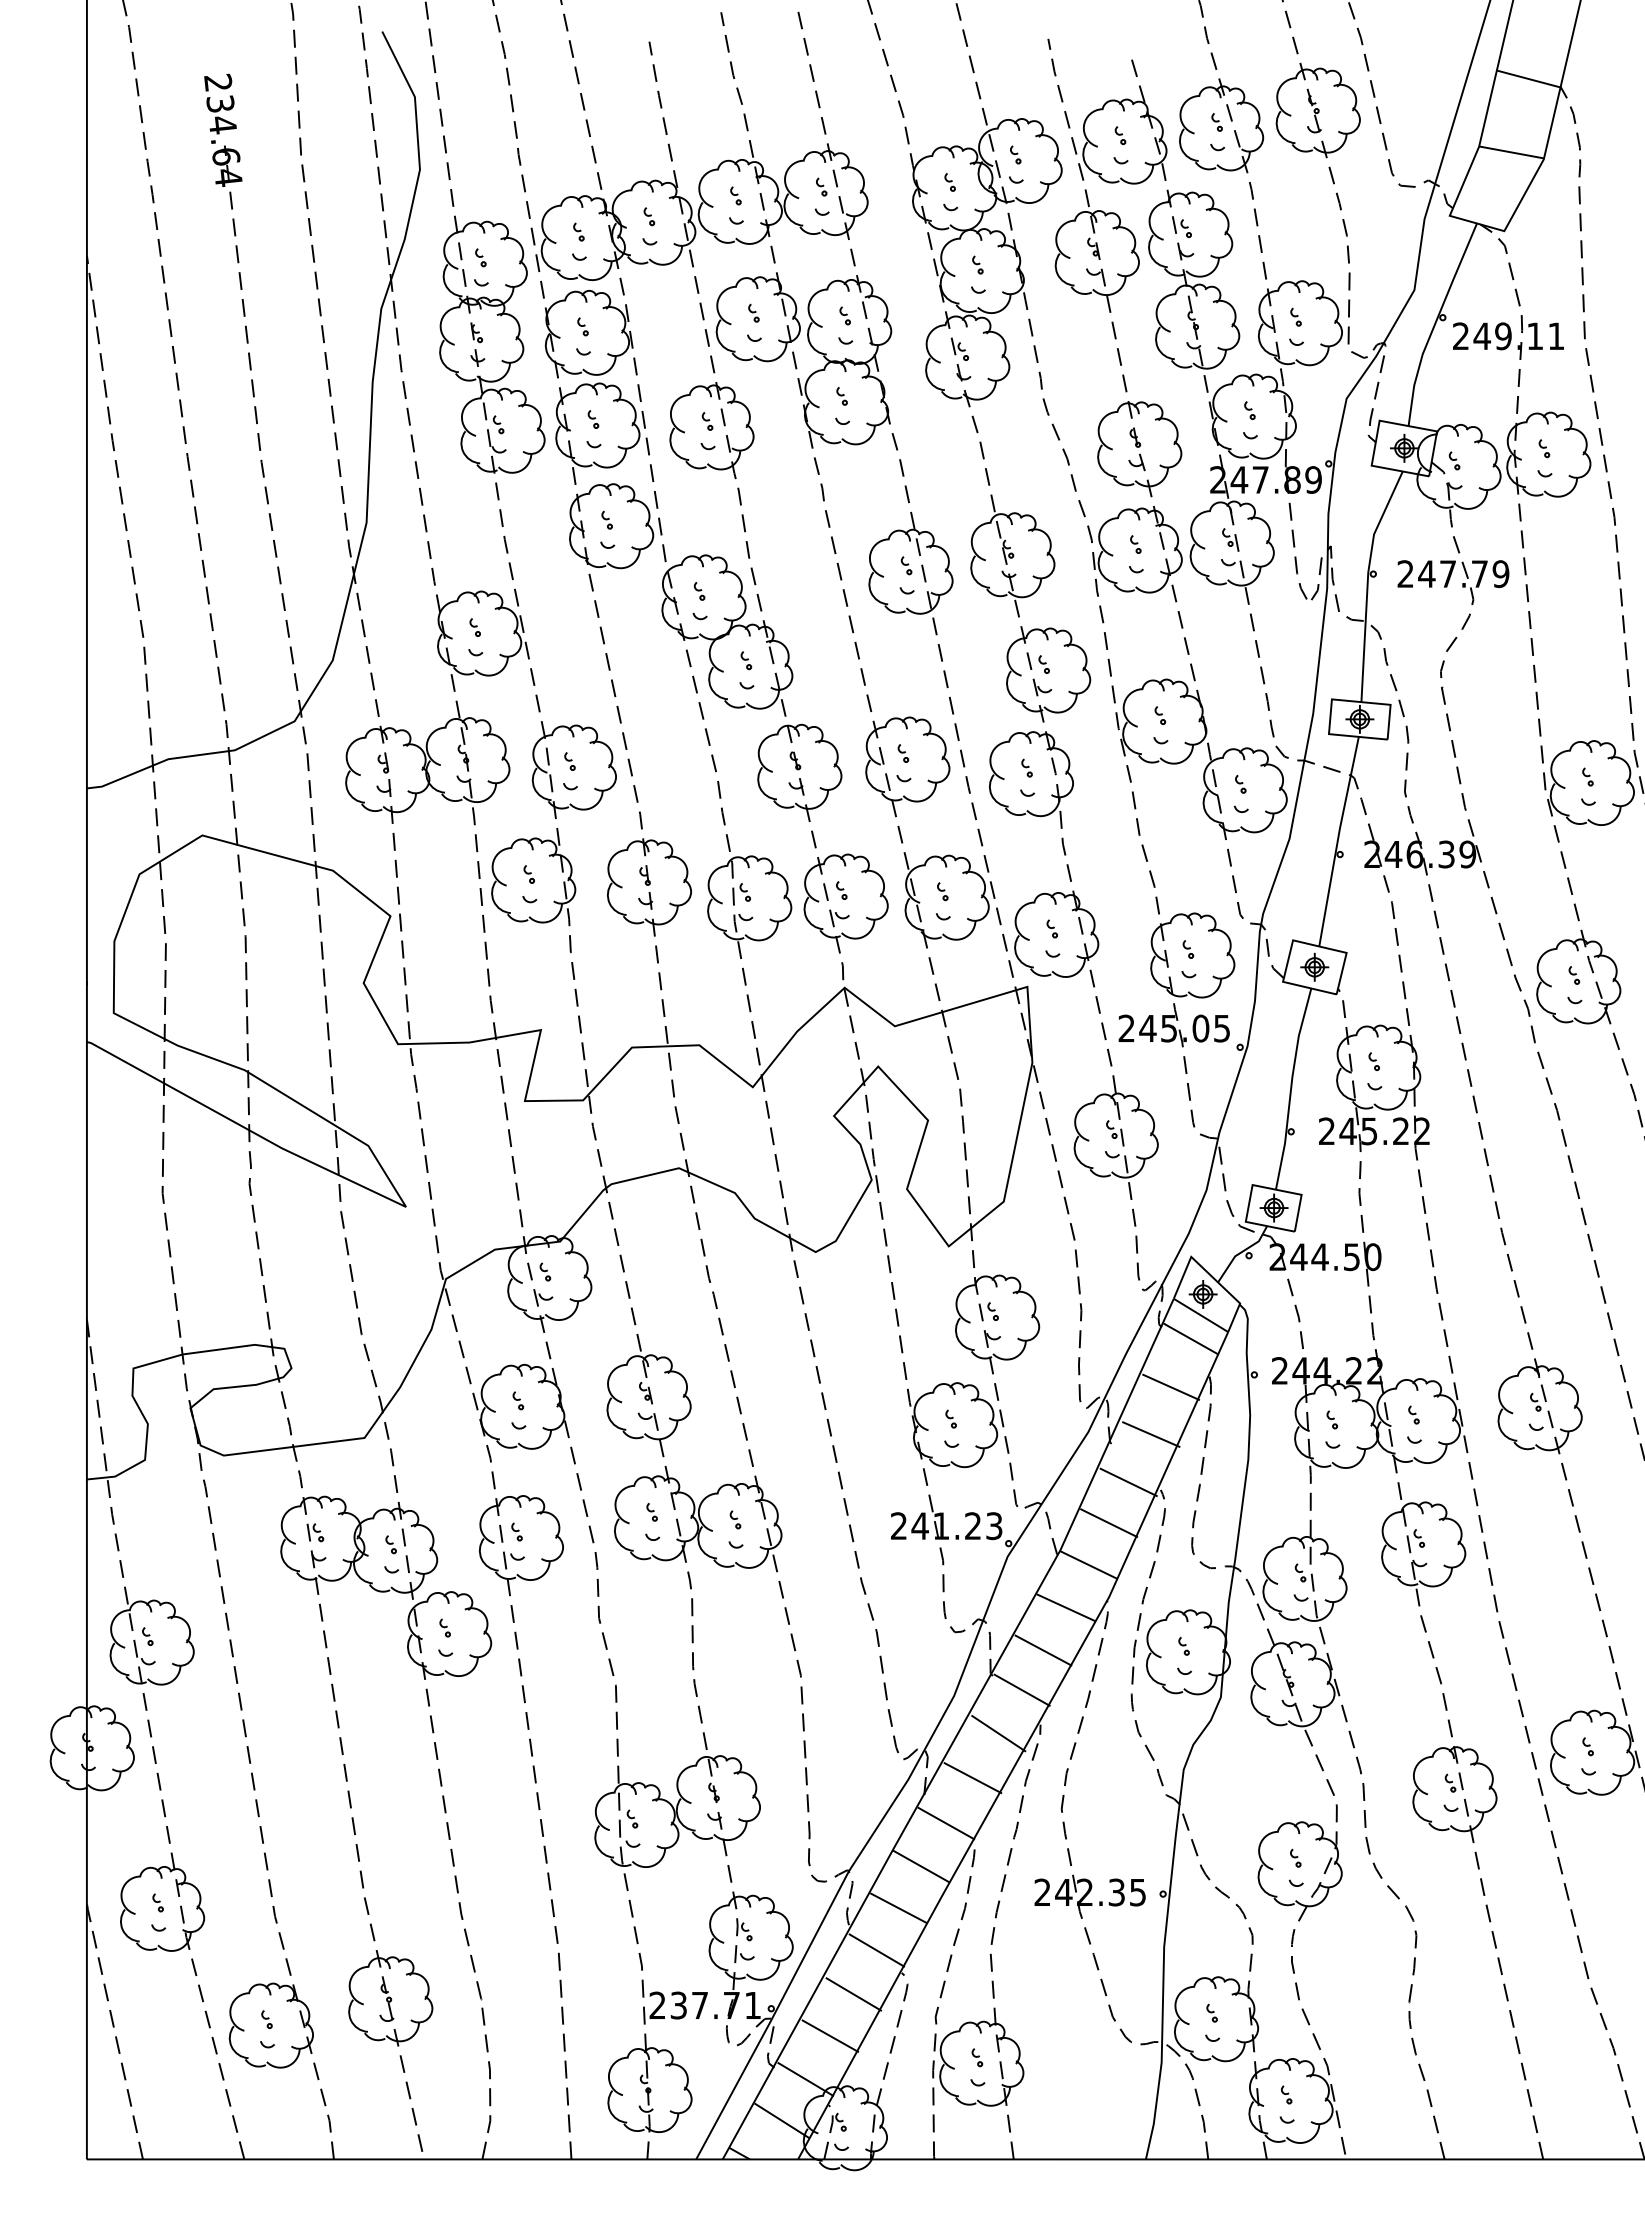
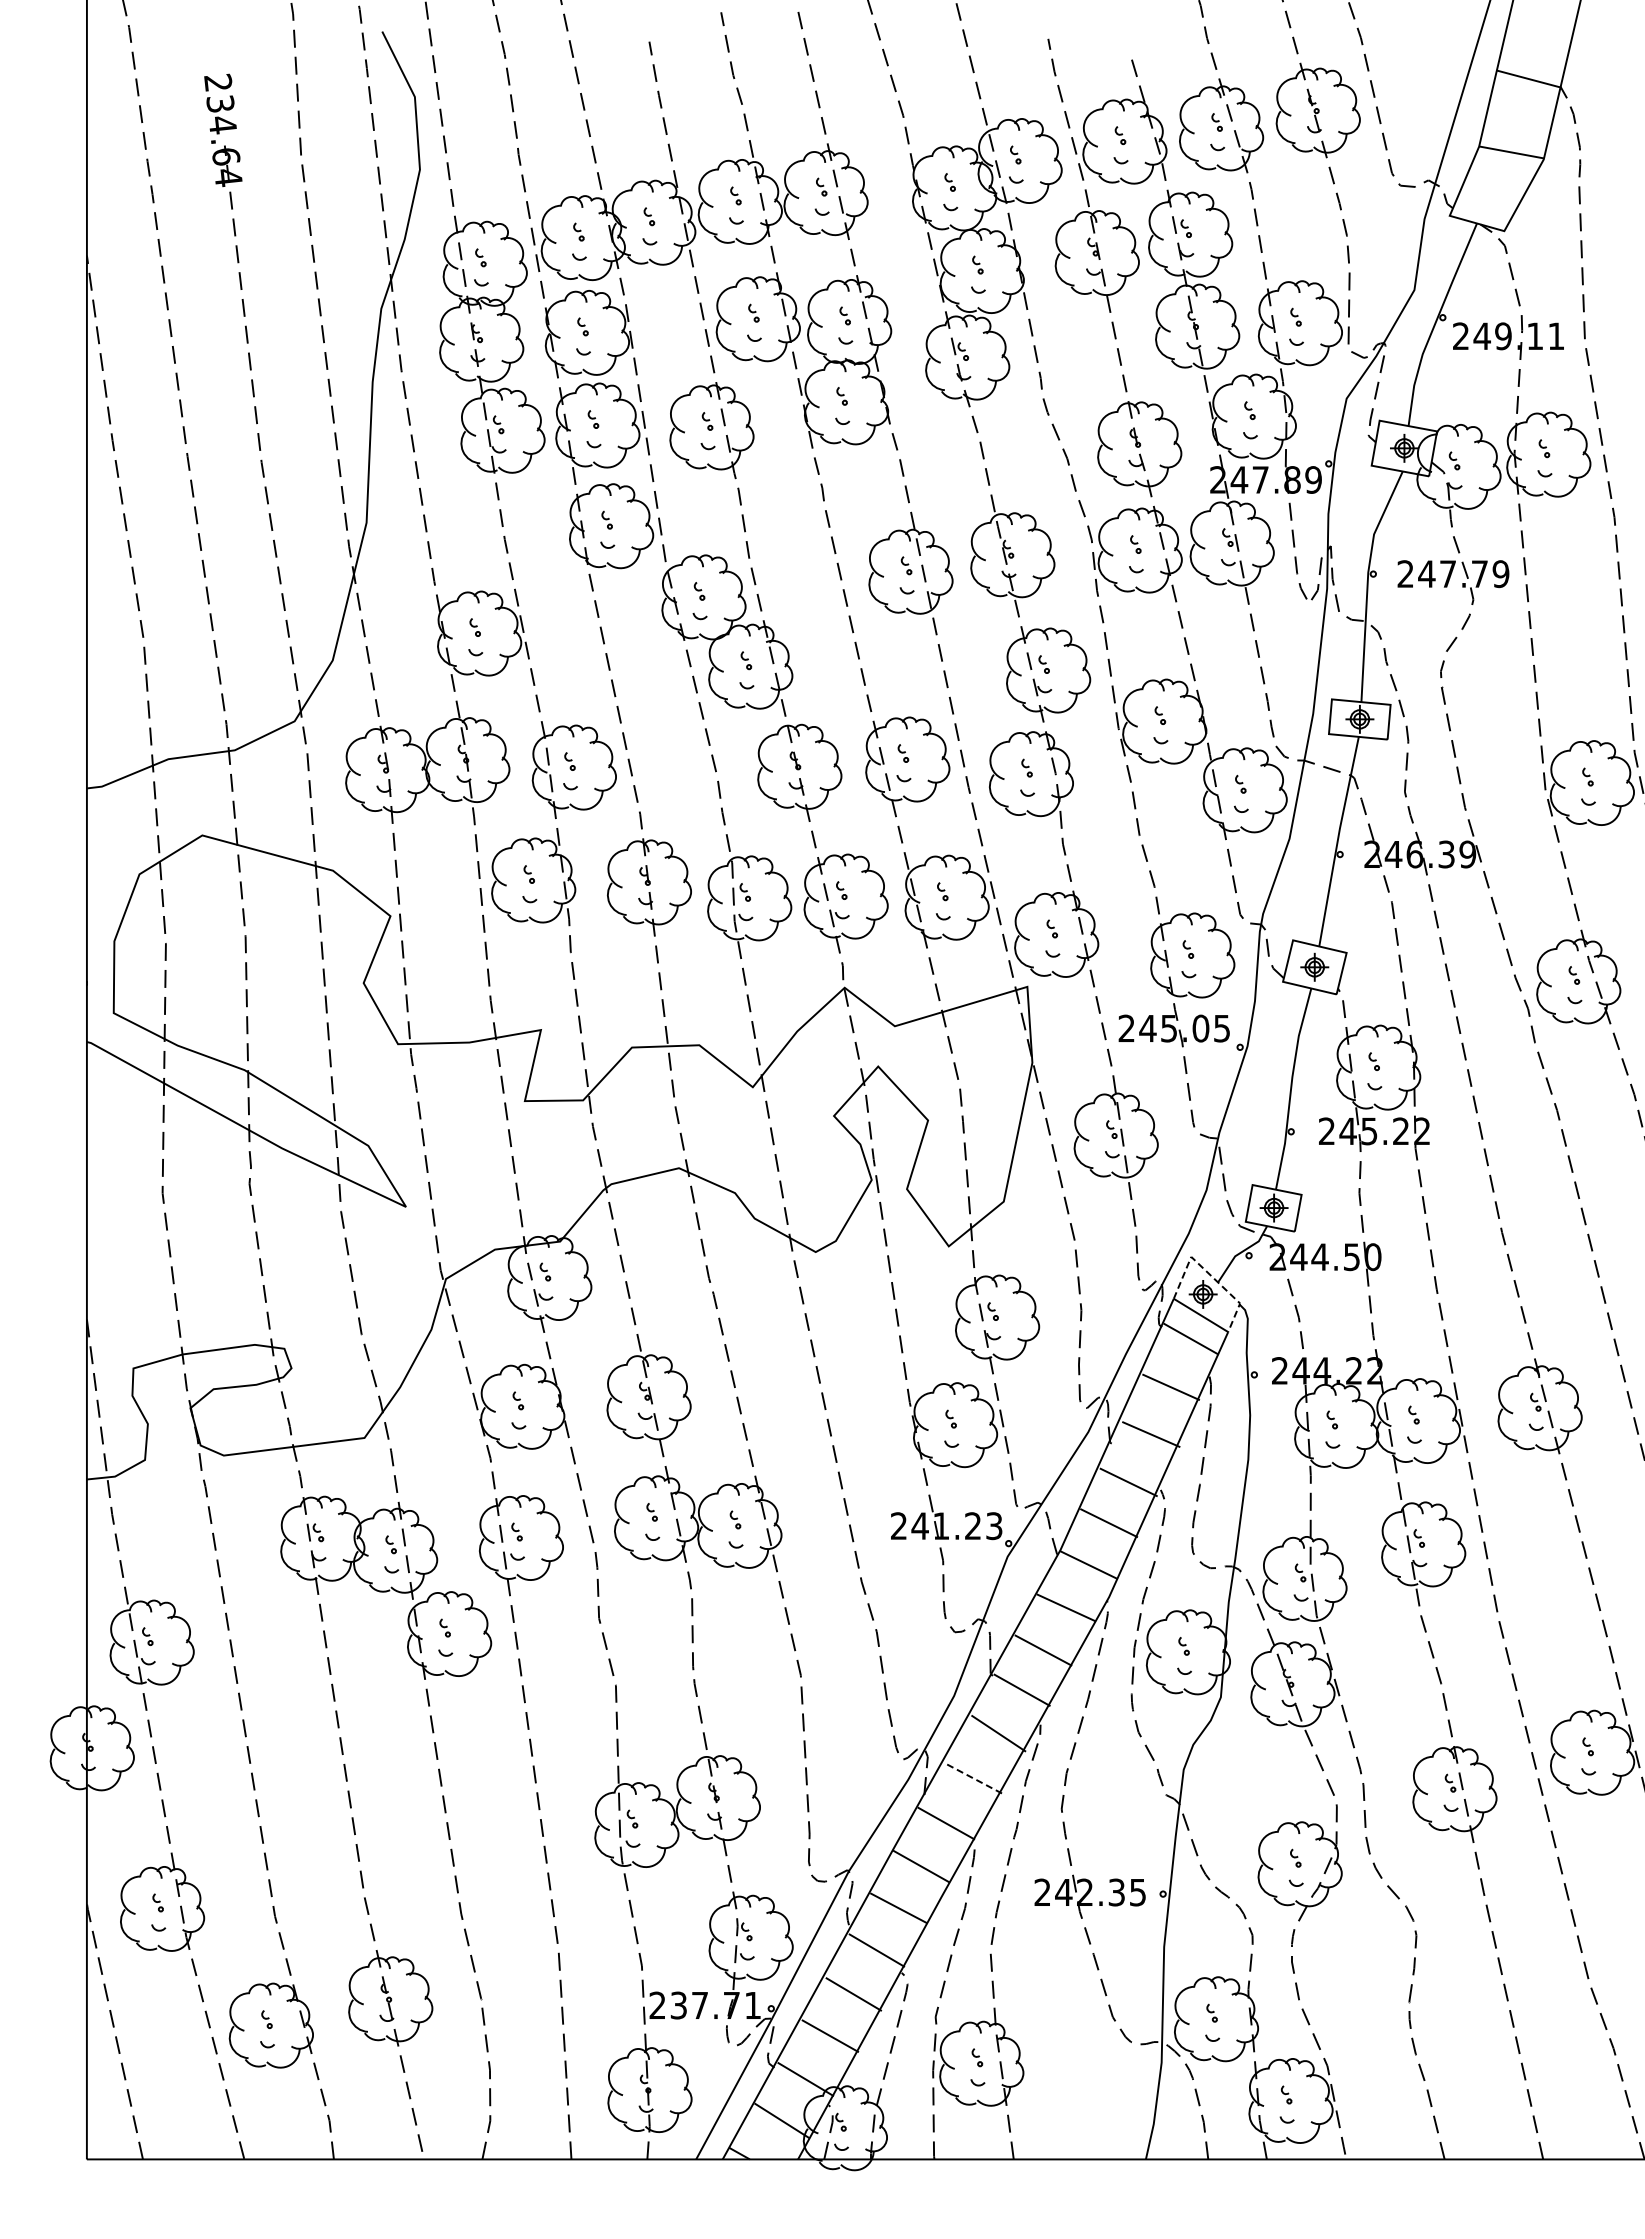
line at (1210, 1275): solid -> dashed
line at (972, 1778): solid -> dashed
